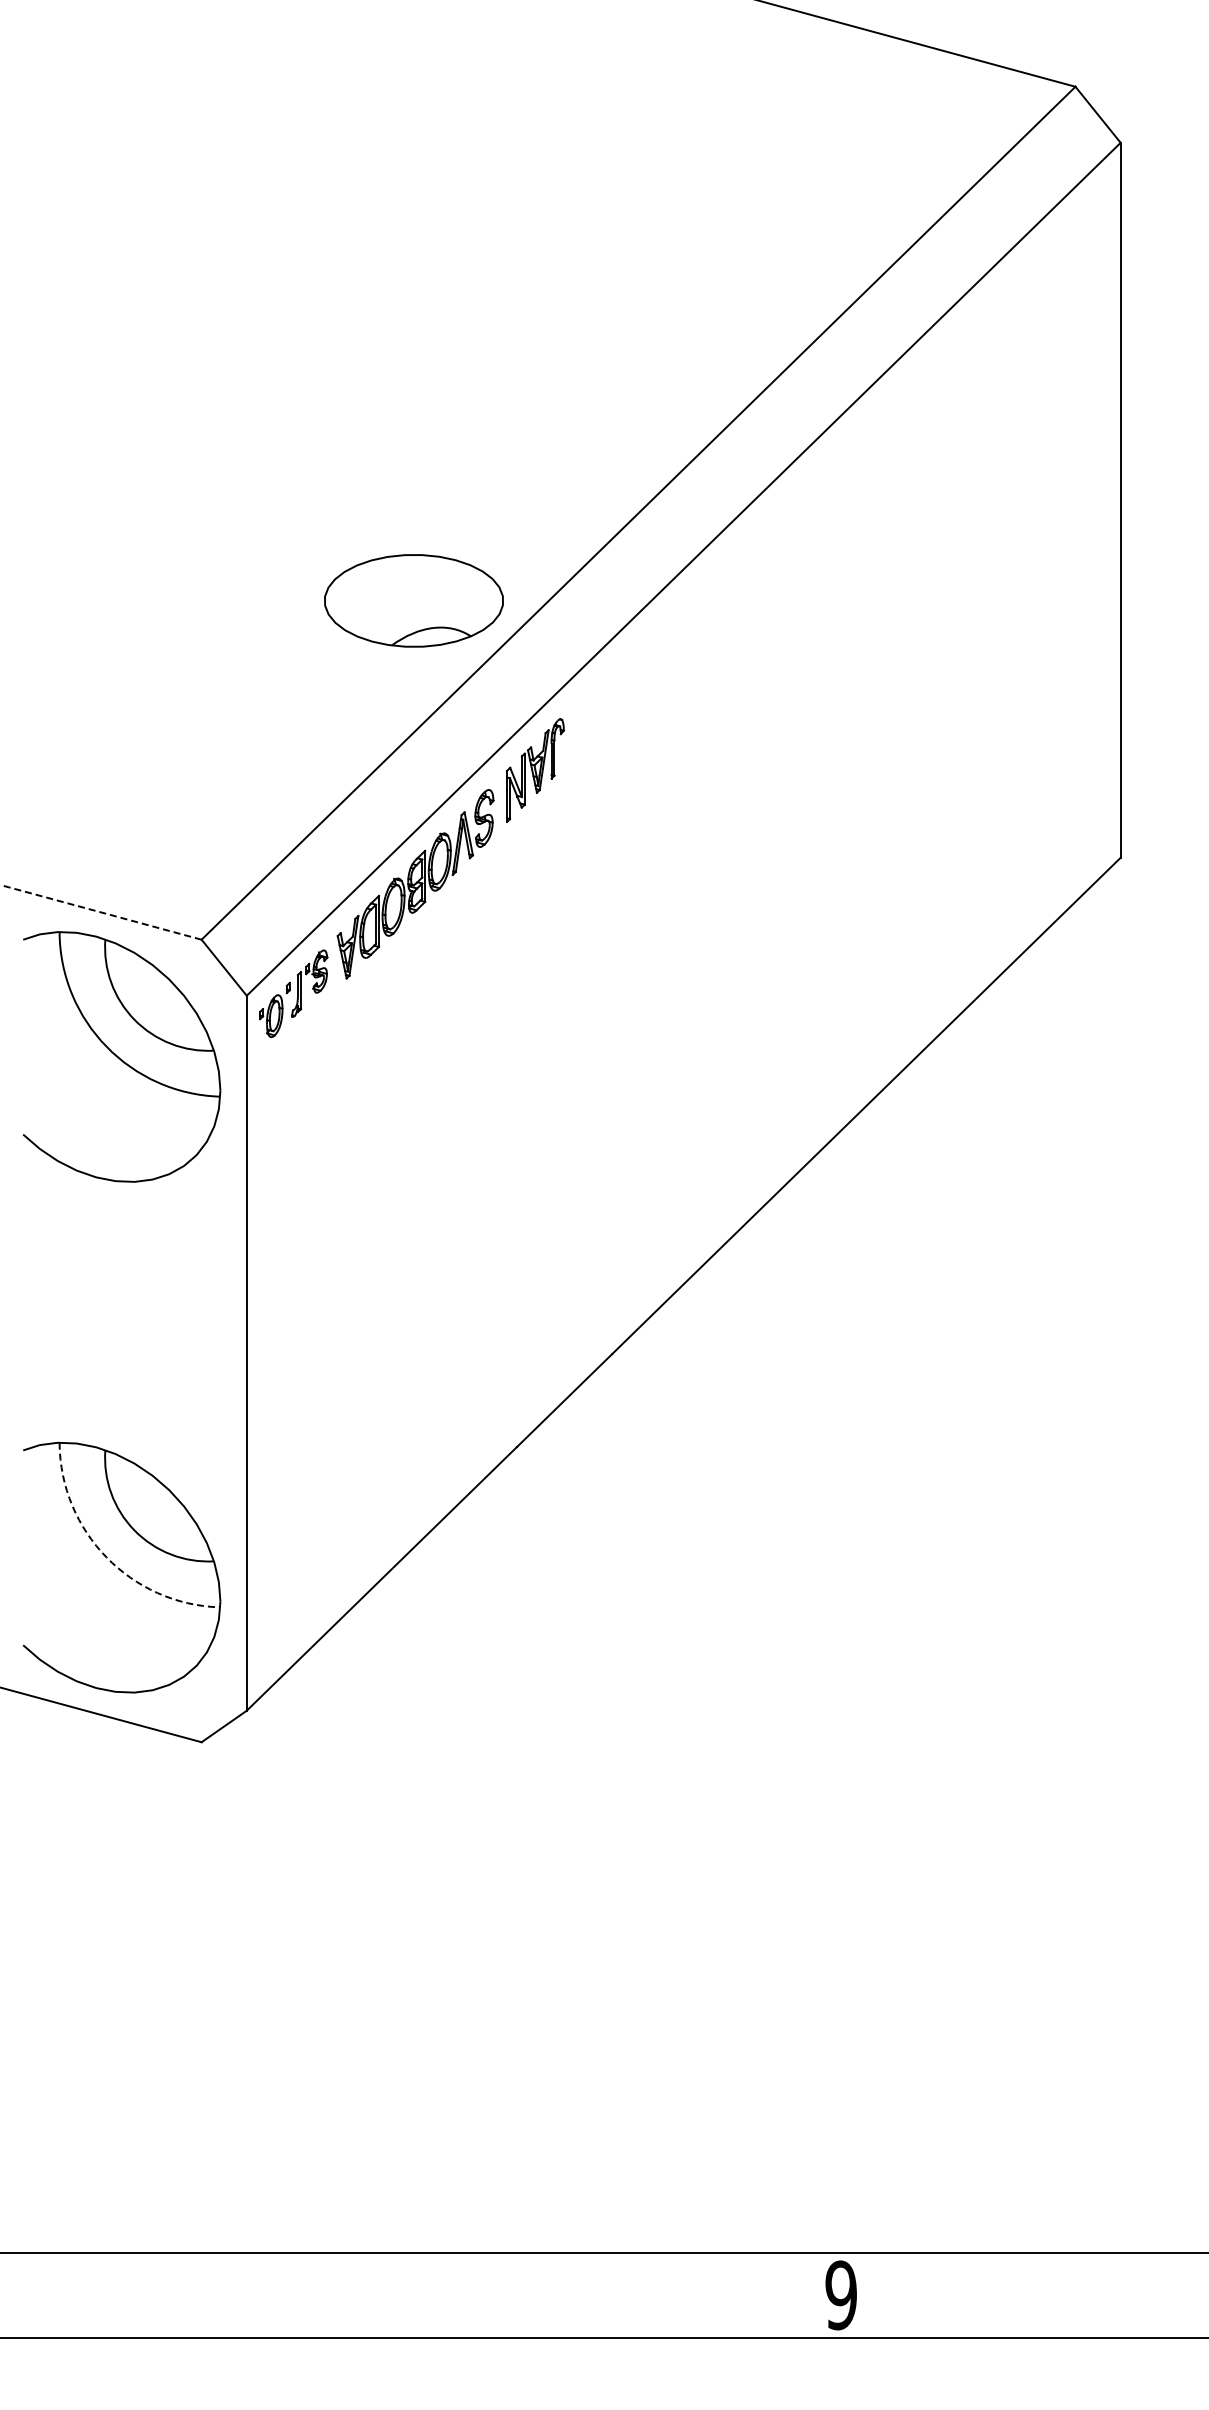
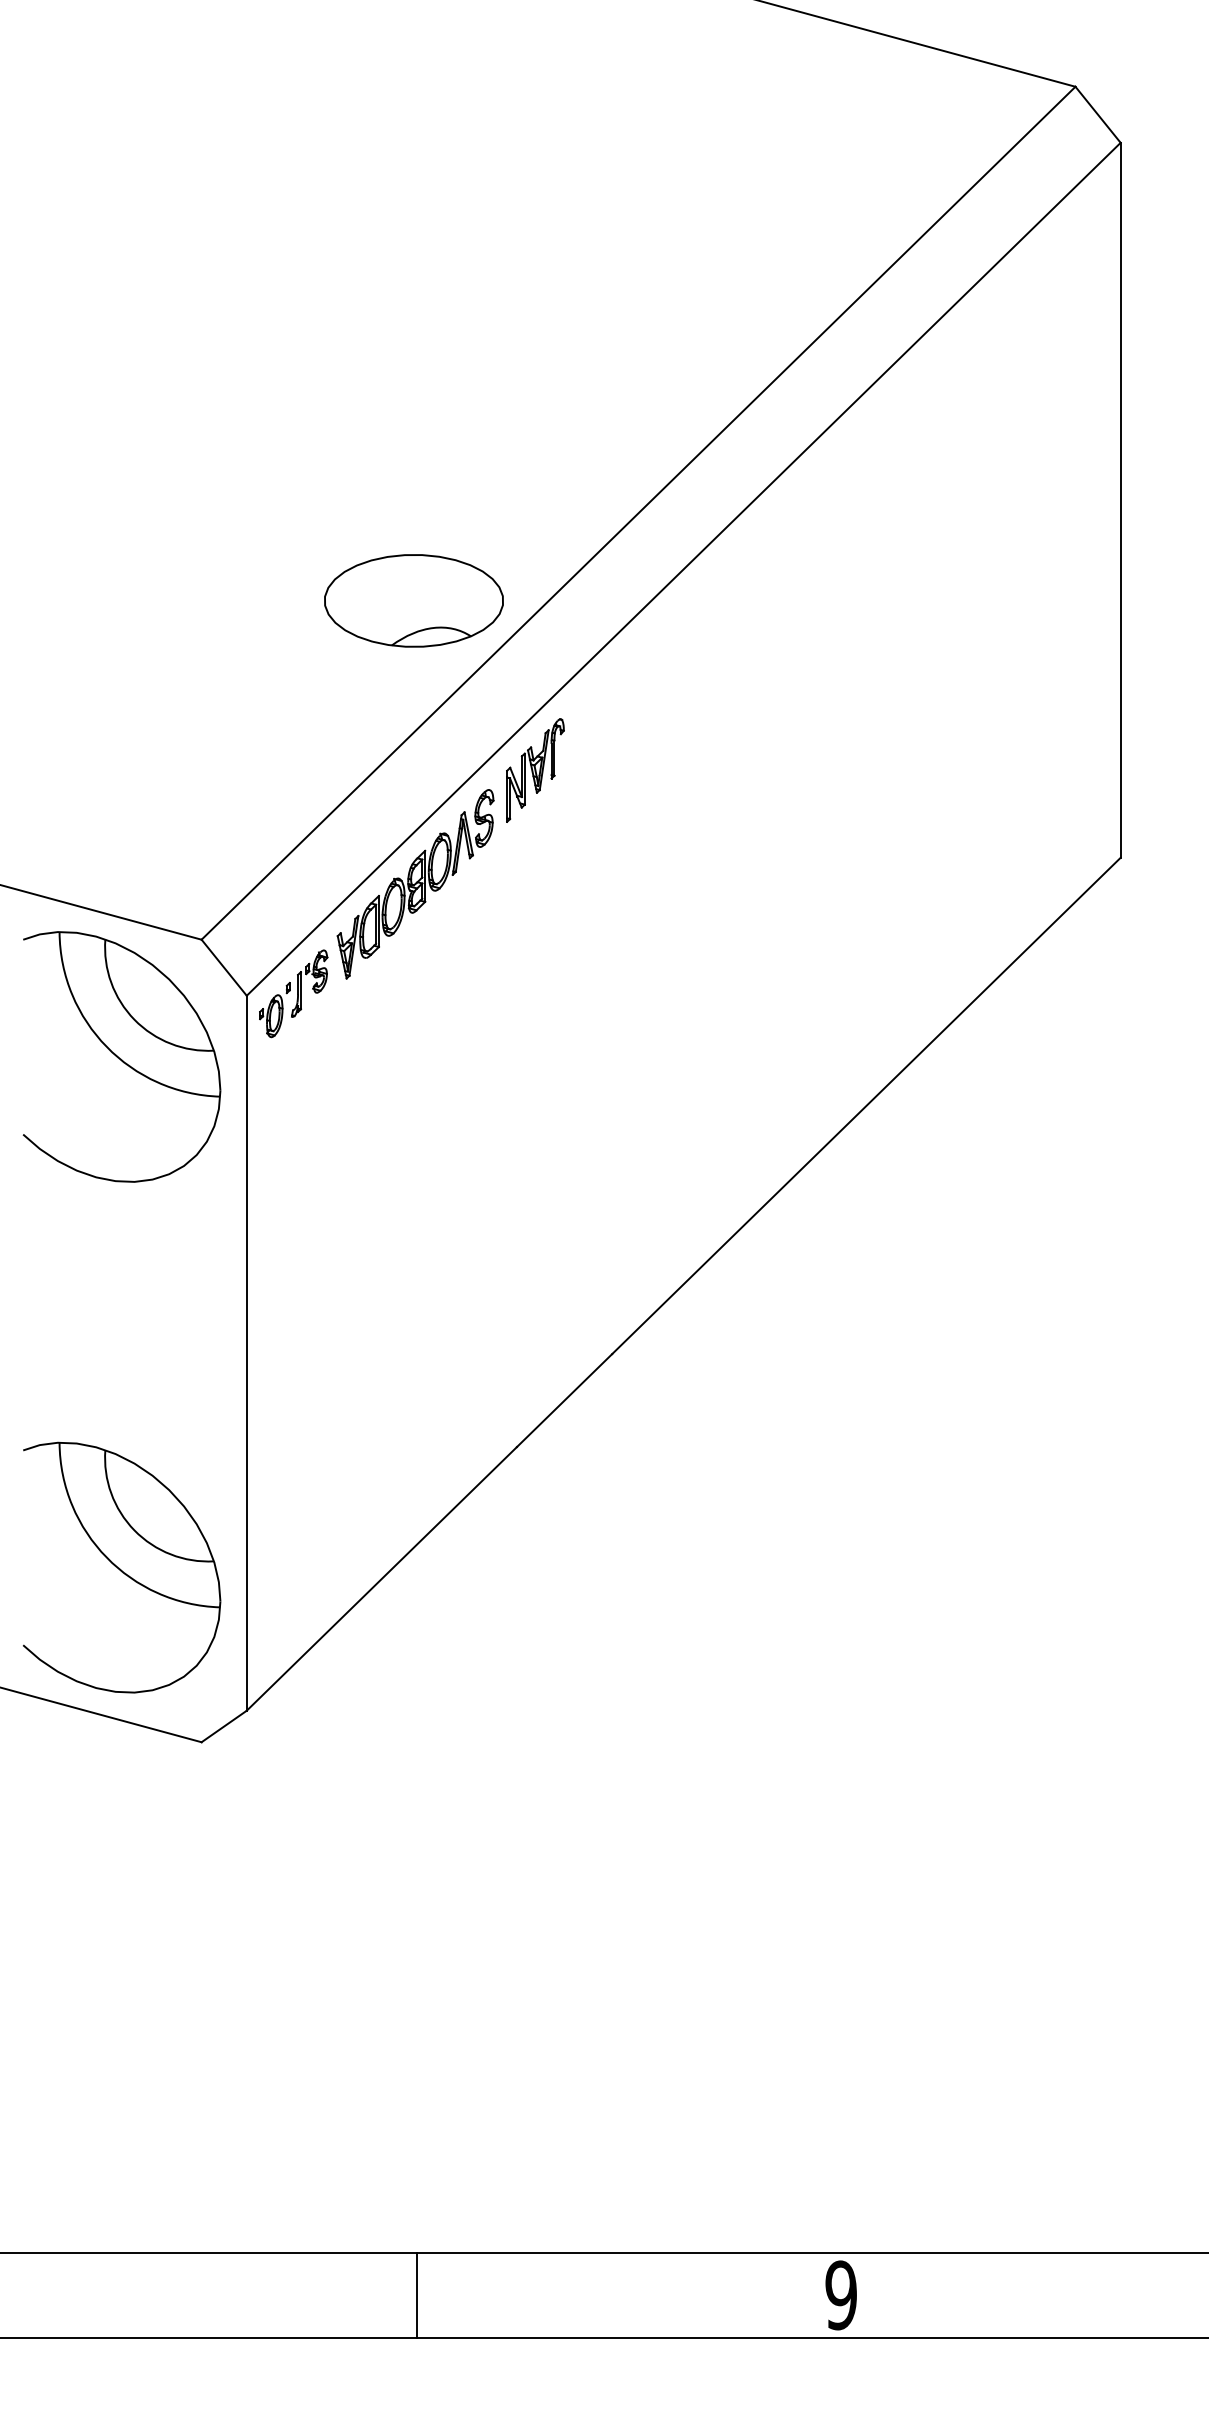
line at (100, 912): dashed -> solid
arc at (106, 1557): dashed -> solid
line at (416, 2294): none -> present
